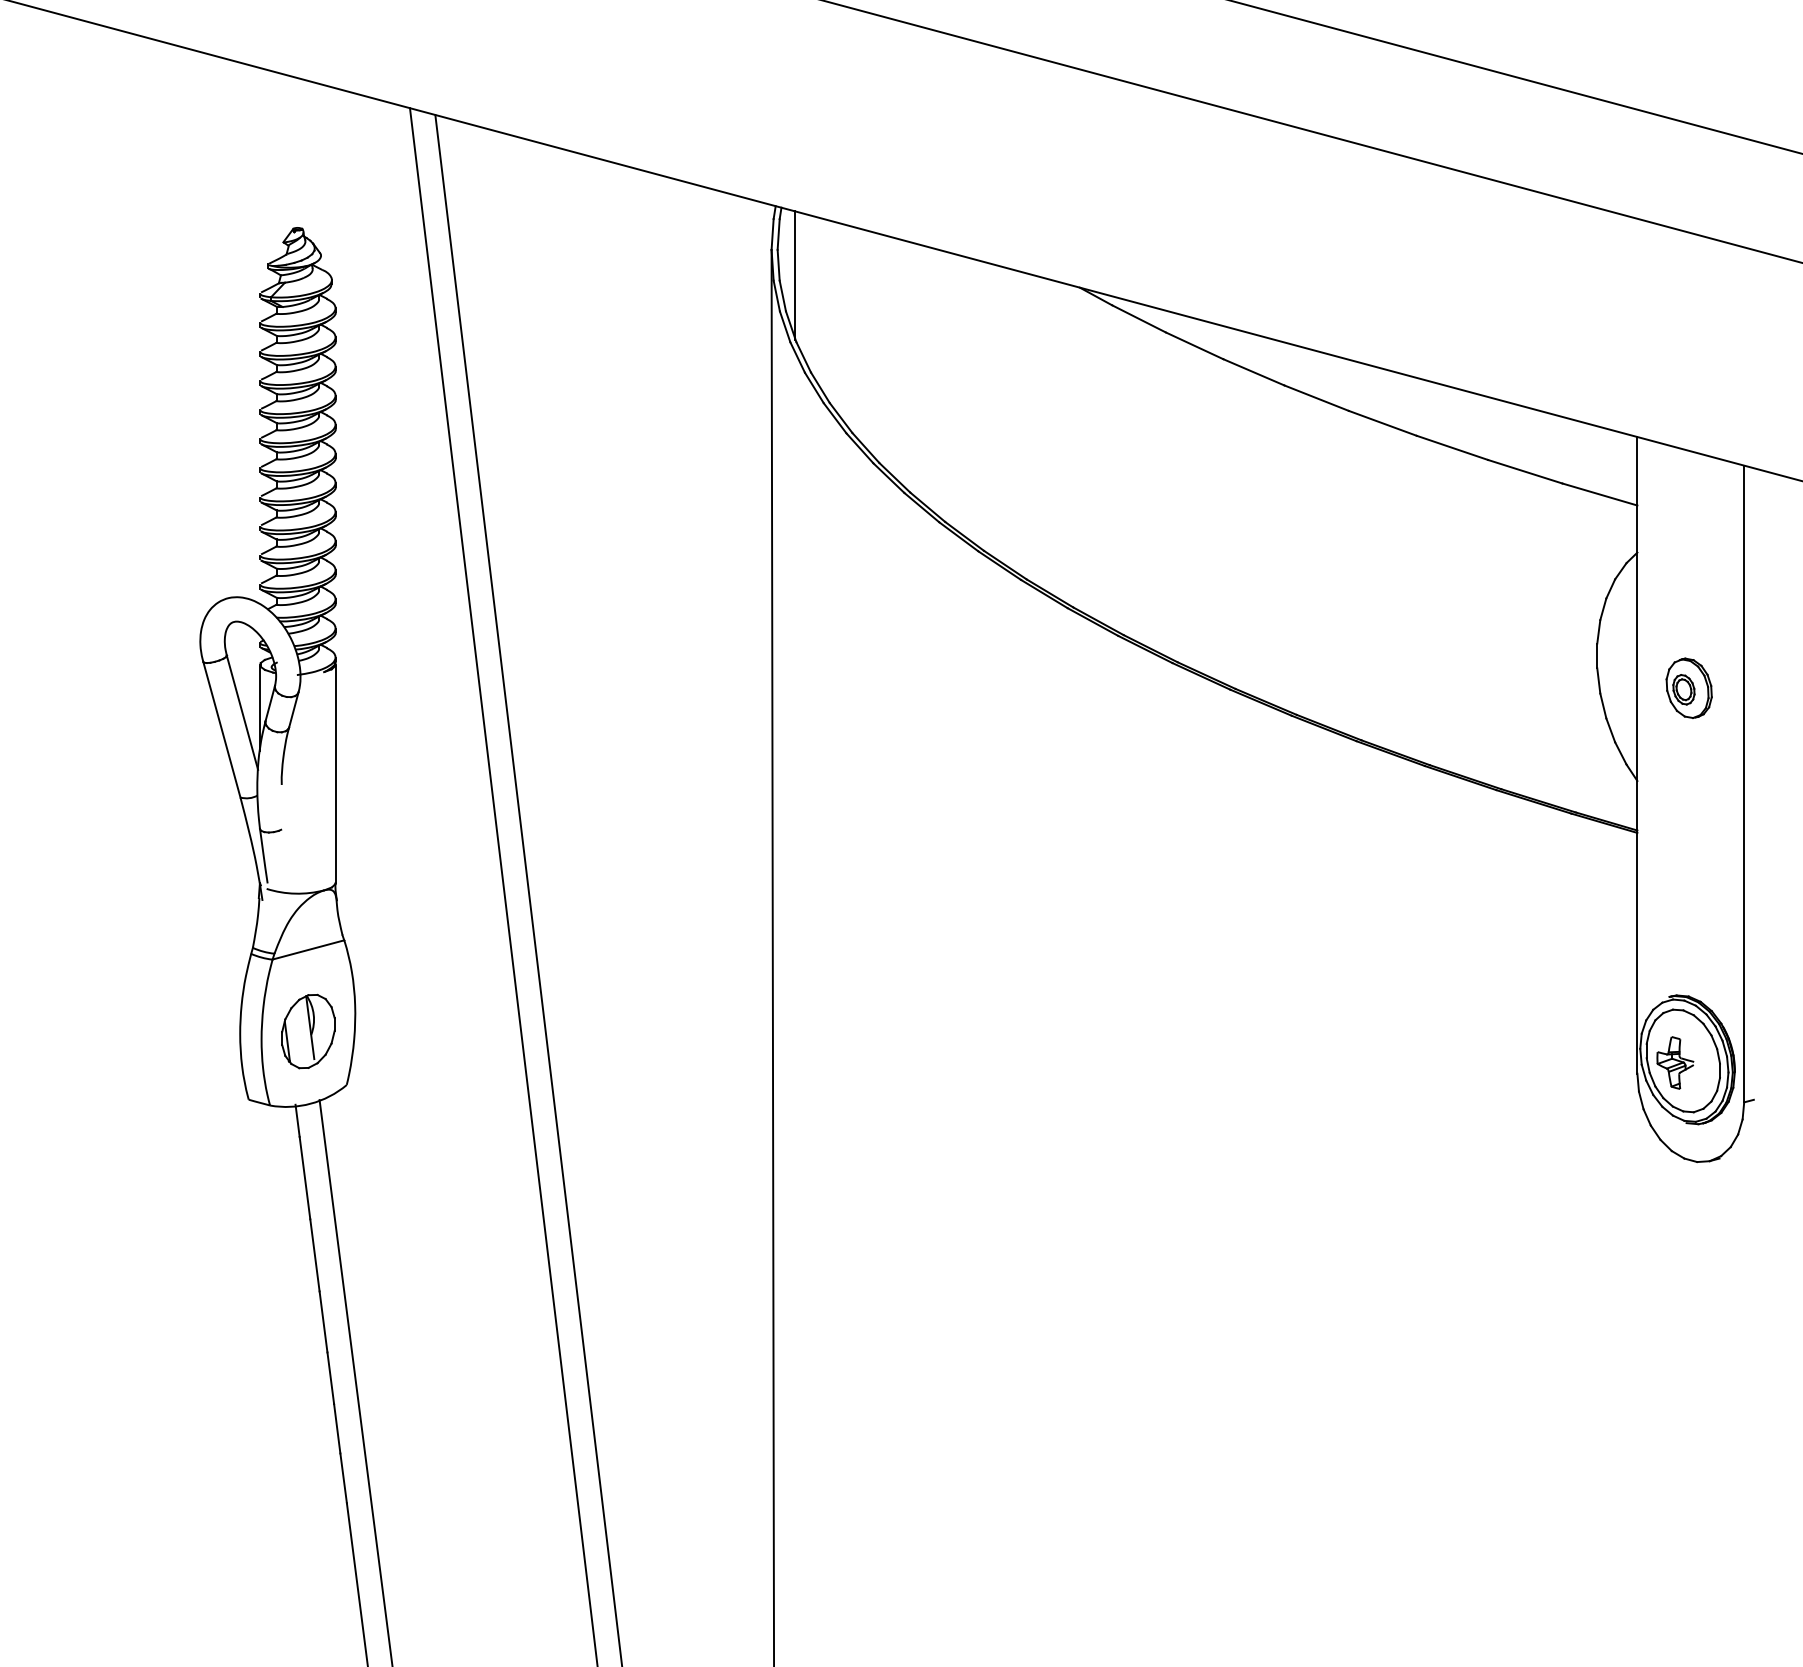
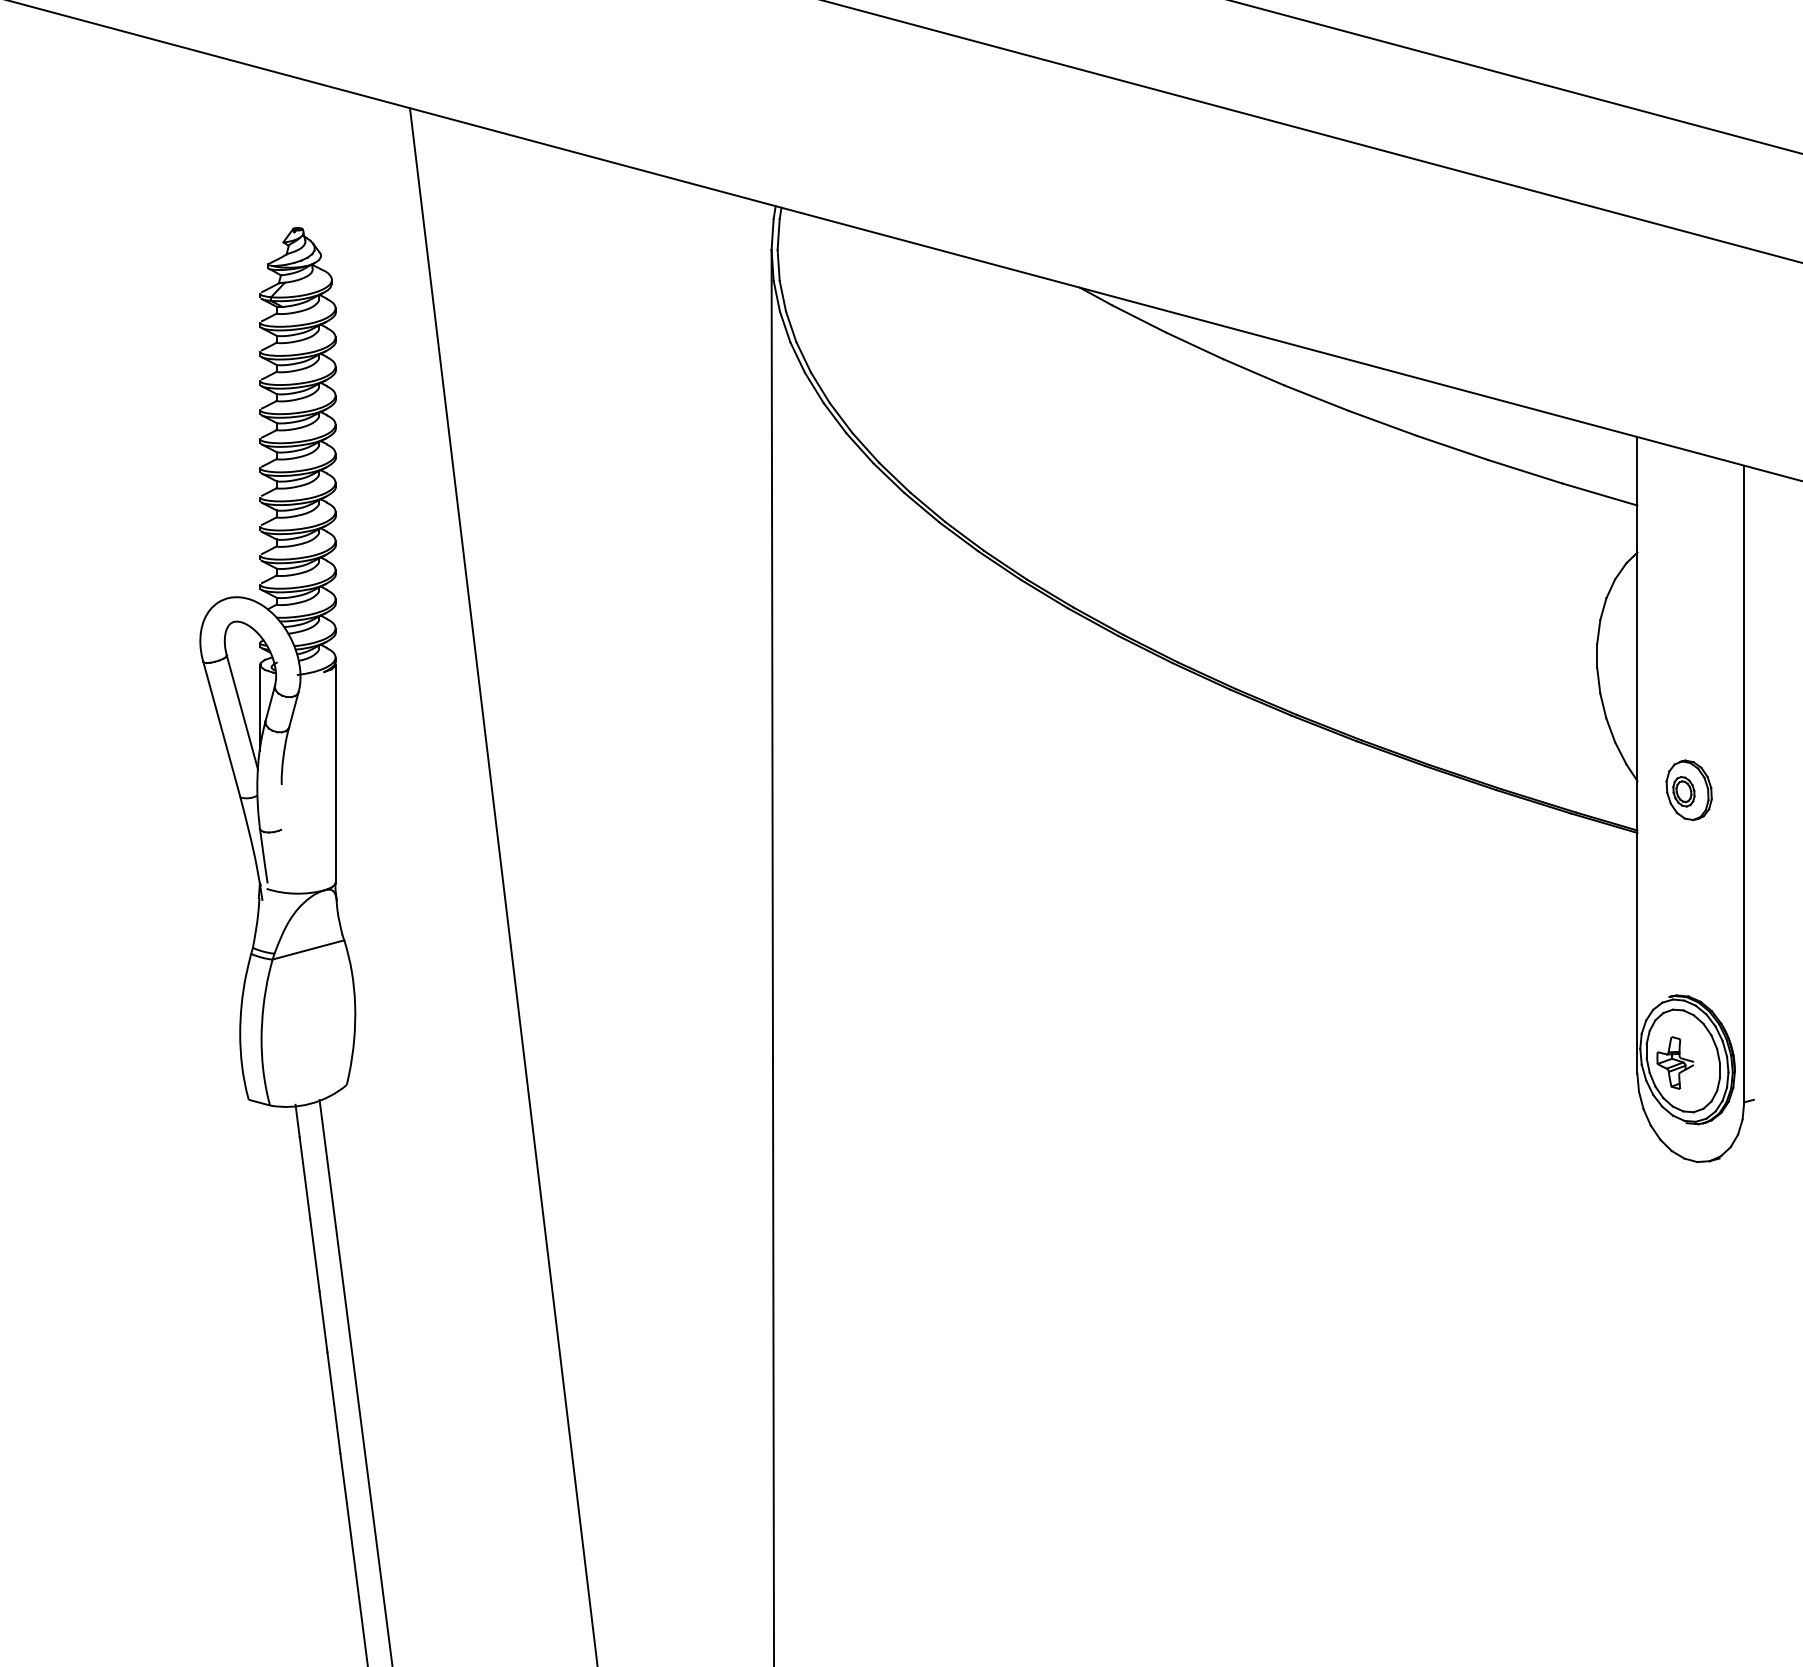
line at (795, 275): present -> none
part at (1688, 687) position: (1688, 687) -> (1688, 789)
line at (528, 889): present -> none
part at (308, 1031): present -> none
